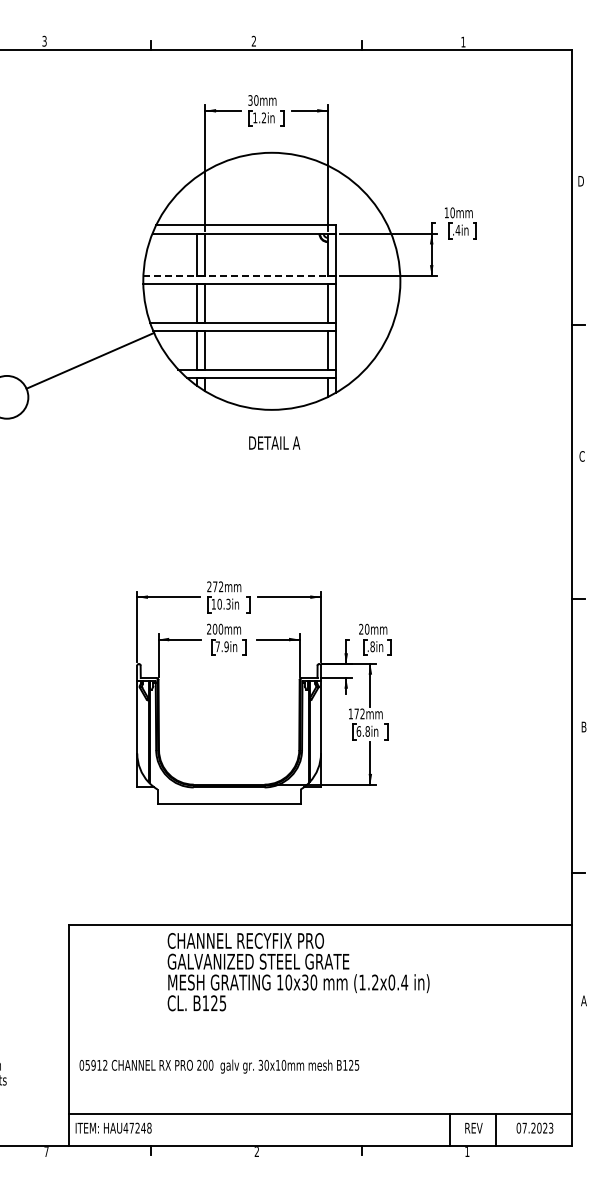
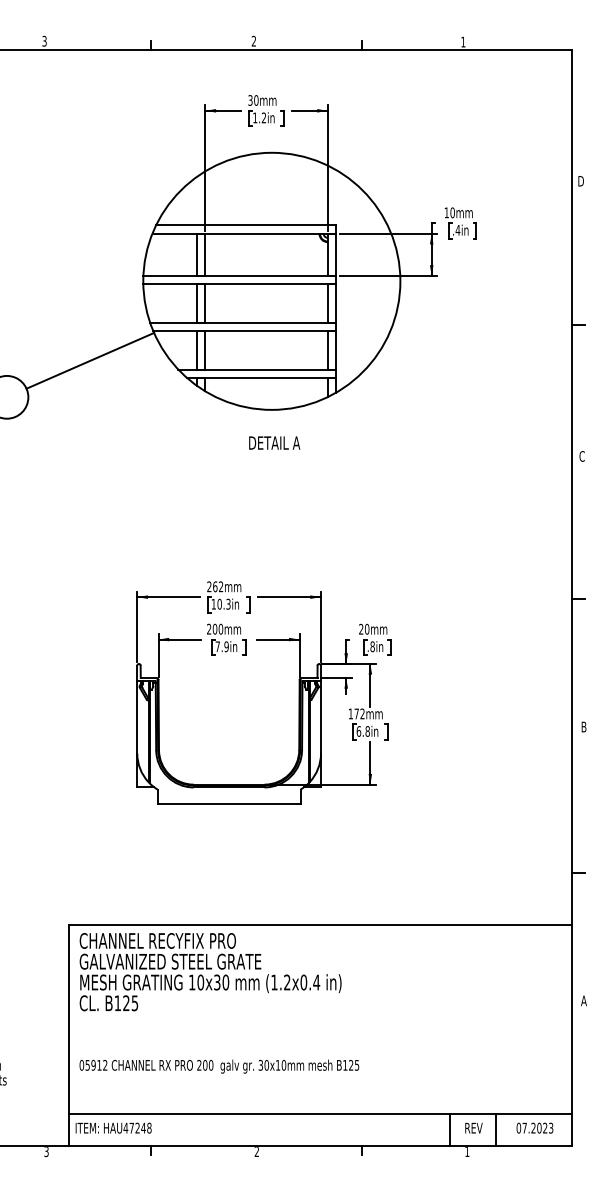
line at (240, 275): dashed -> solid
text at (215, 586): 272mm -> 262mm
text at (298, 972) position: (298, 972) -> (210, 972)
text at (46, 1152): 7 -> 3
